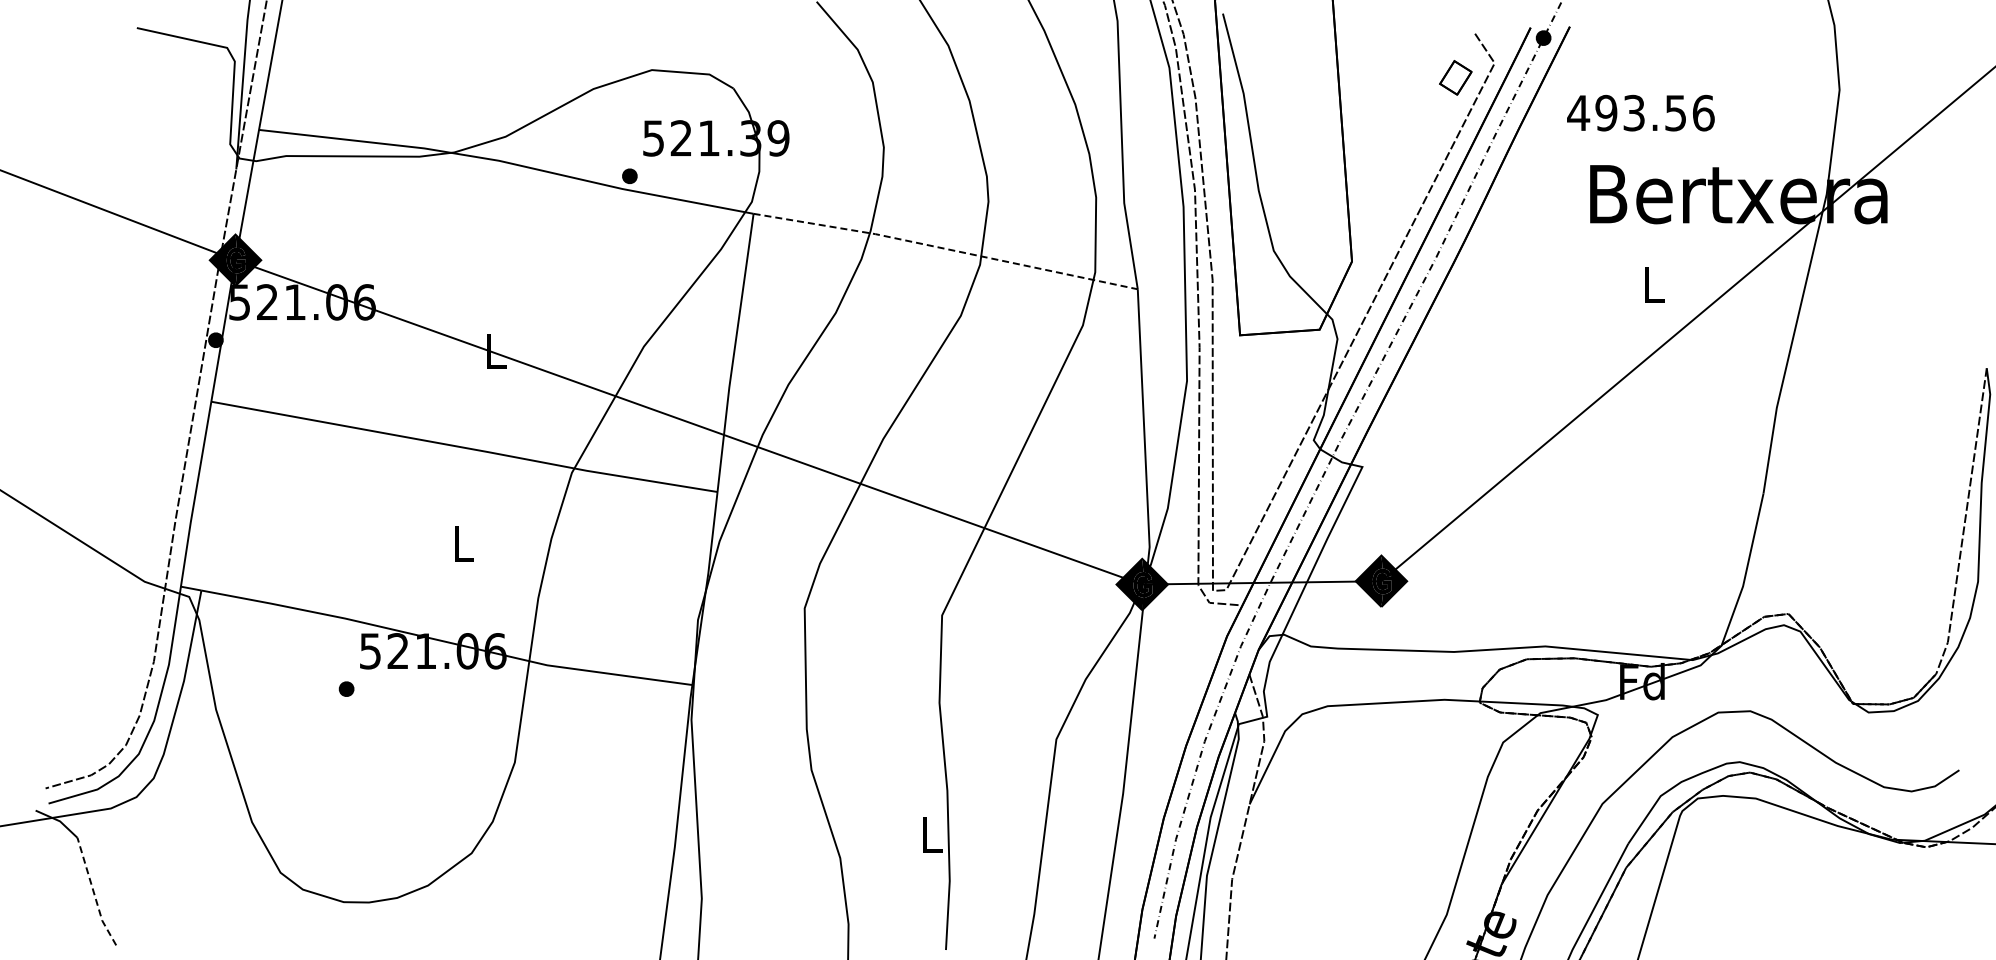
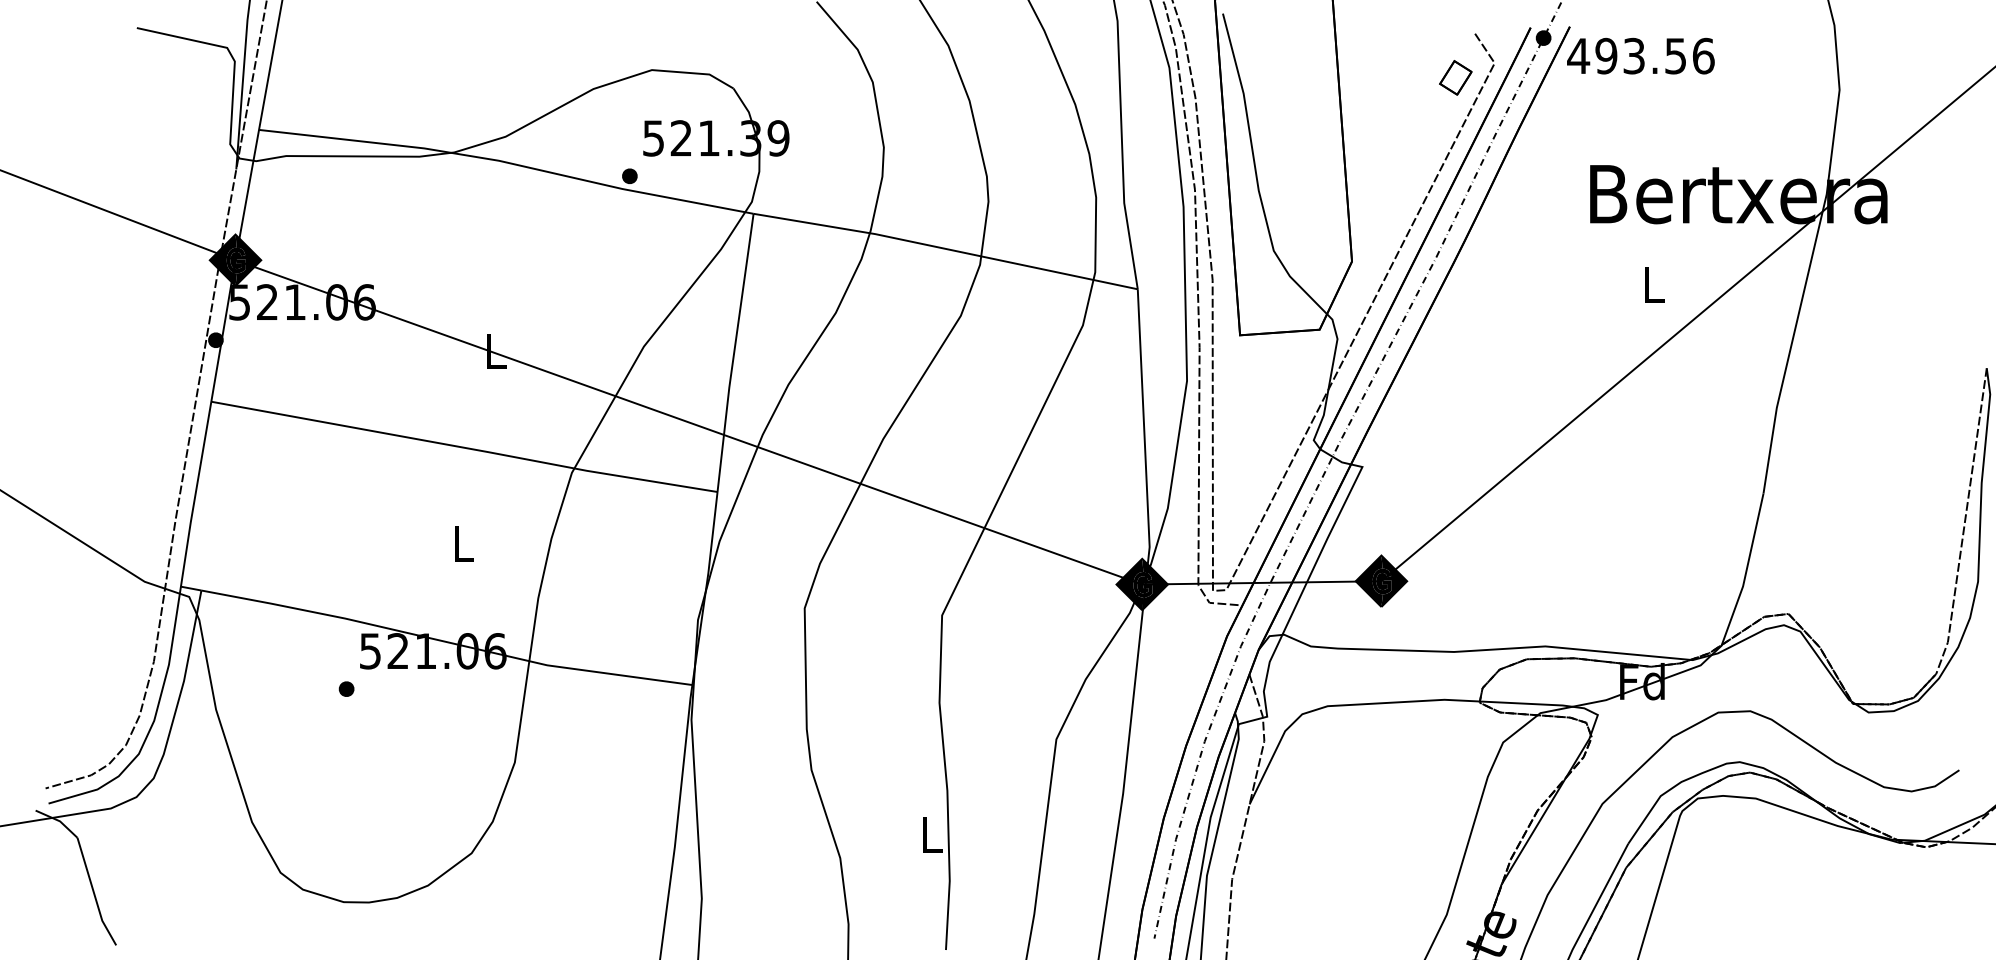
text at (1640, 112) position: (1640, 112) -> (1640, 55)
line at (945, 248): dashed -> solid
line at (94, 893): dashed -> solid
